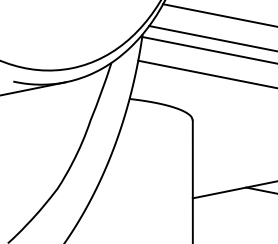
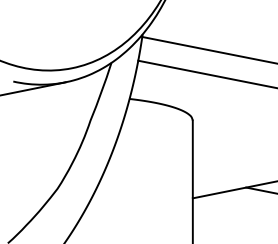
line at (218, 15): present -> none
line at (211, 38): present -> none
